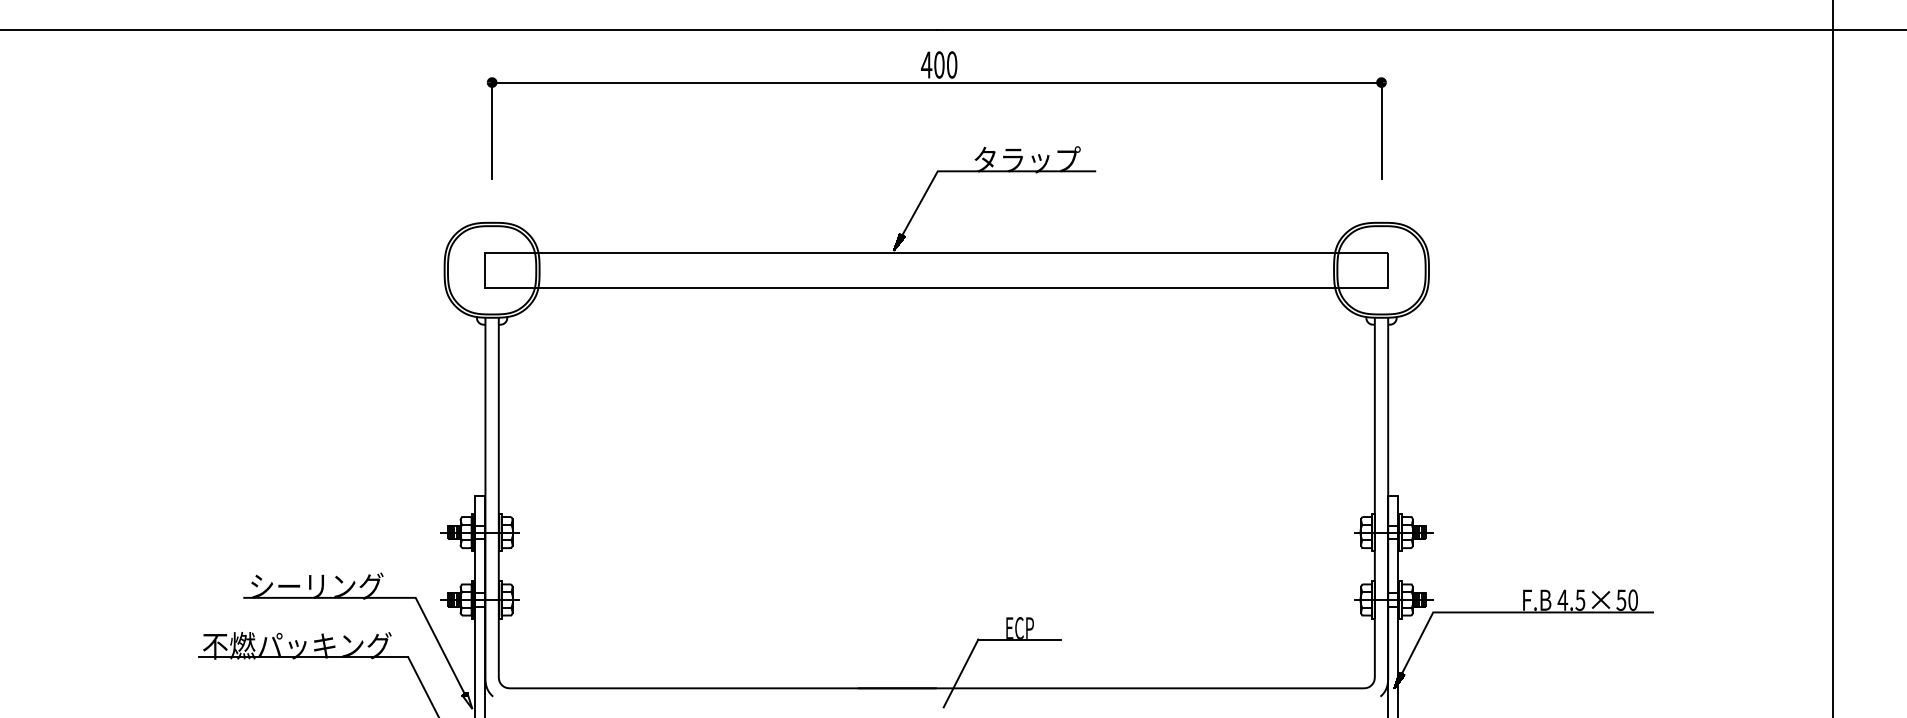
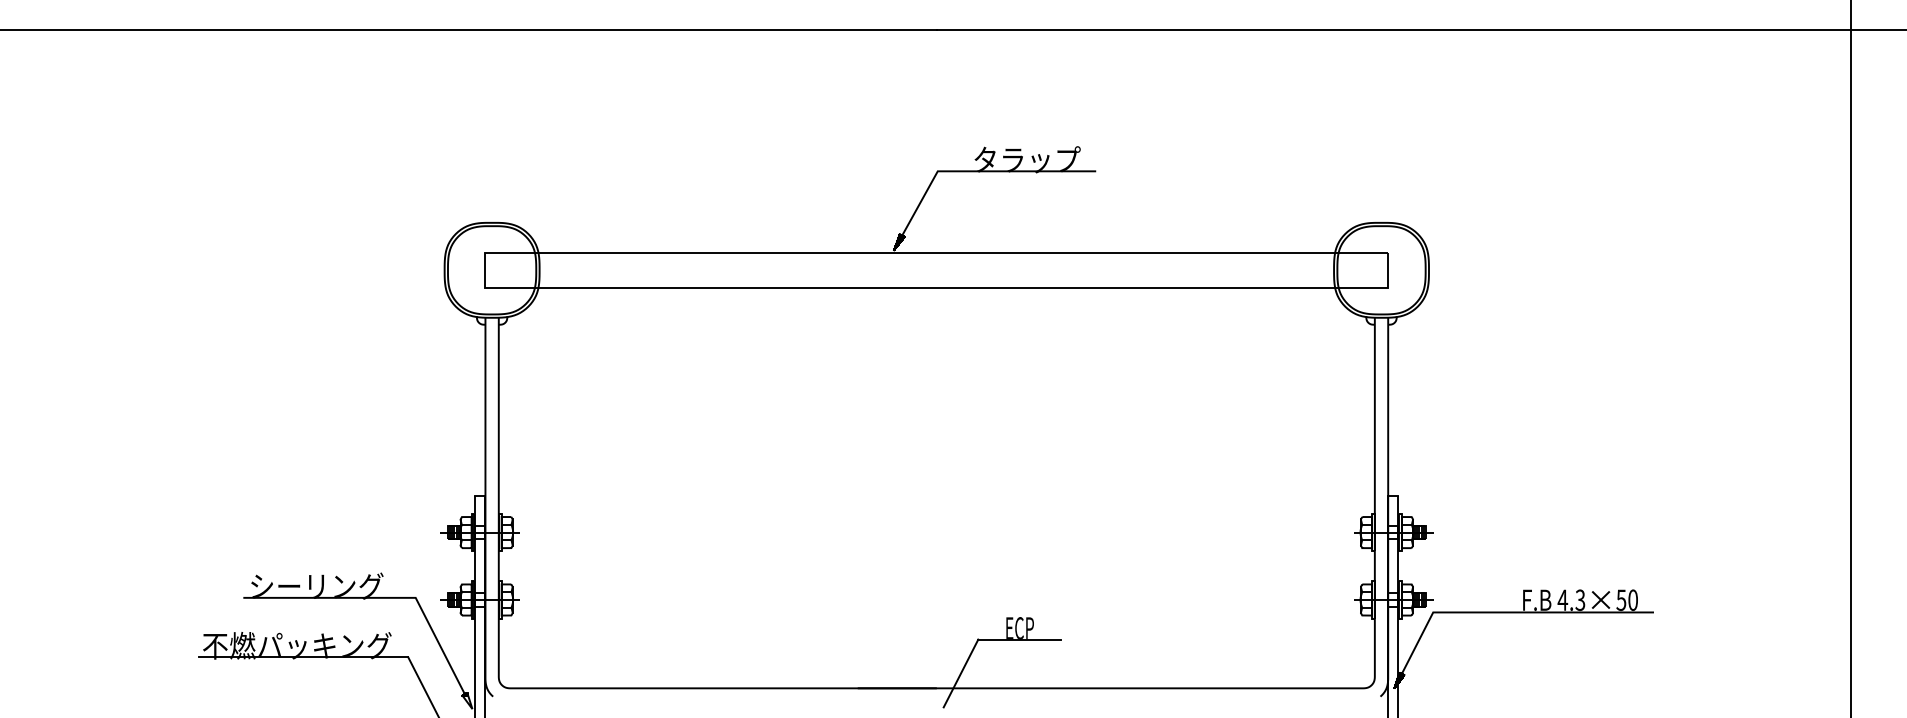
part at (936, 83): present -> none
line at (1833, 358) position: (1833, 358) -> (1851, 358)
text at (1580, 599): 4.5 -> 4.3
